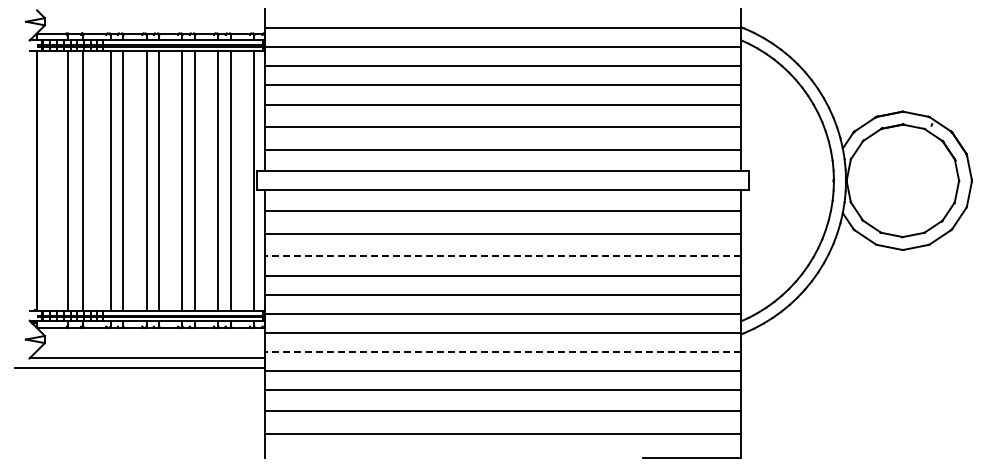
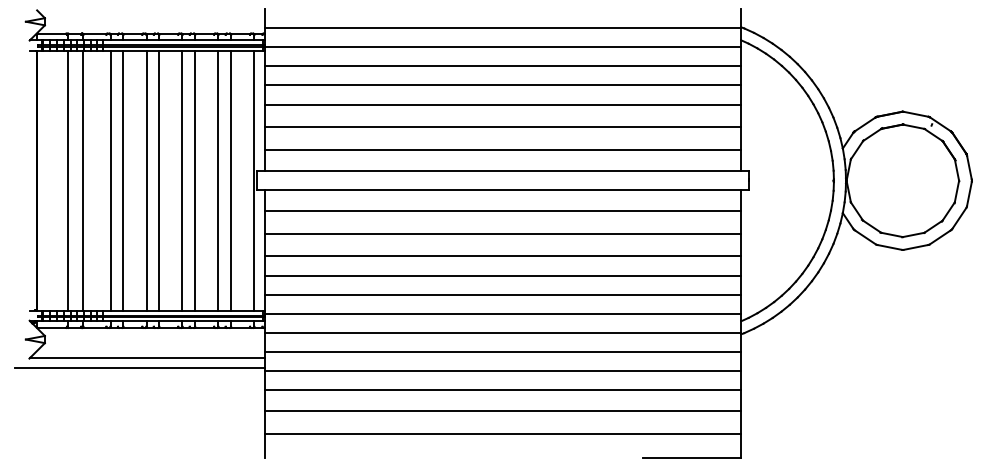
line at (502, 256): dashed -> solid
line at (502, 352): dashed -> solid
